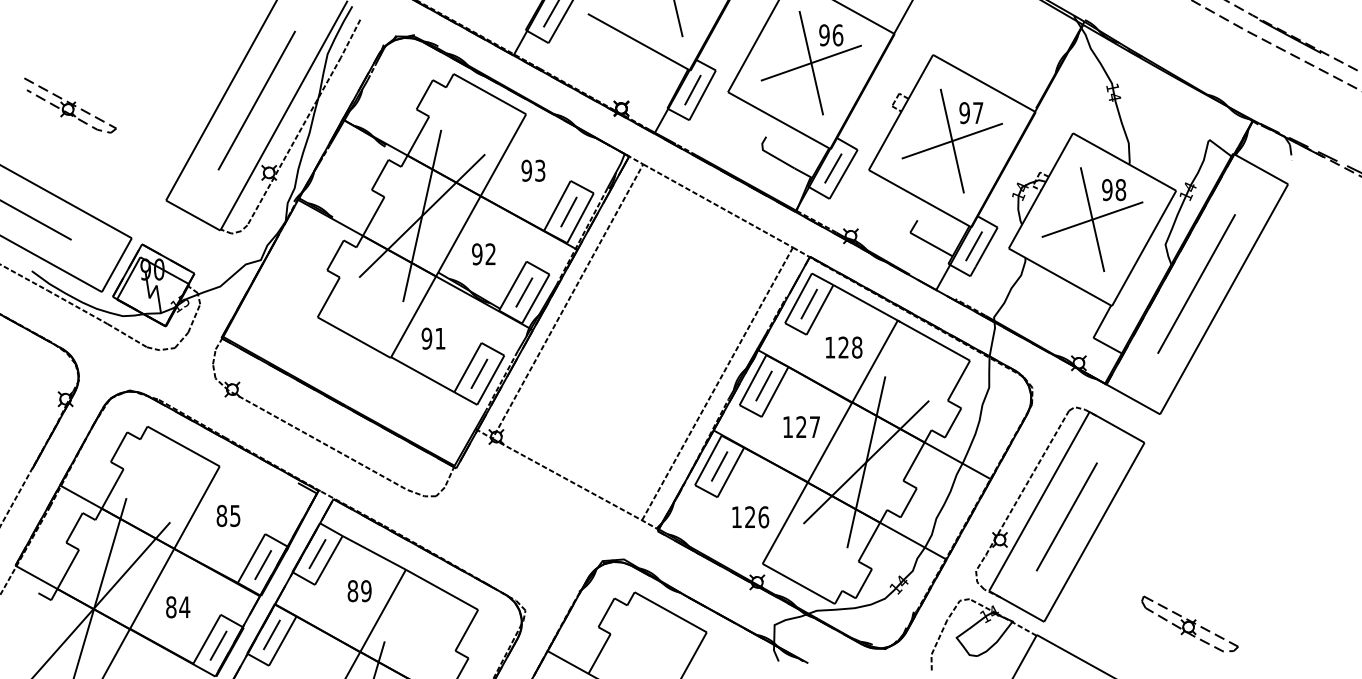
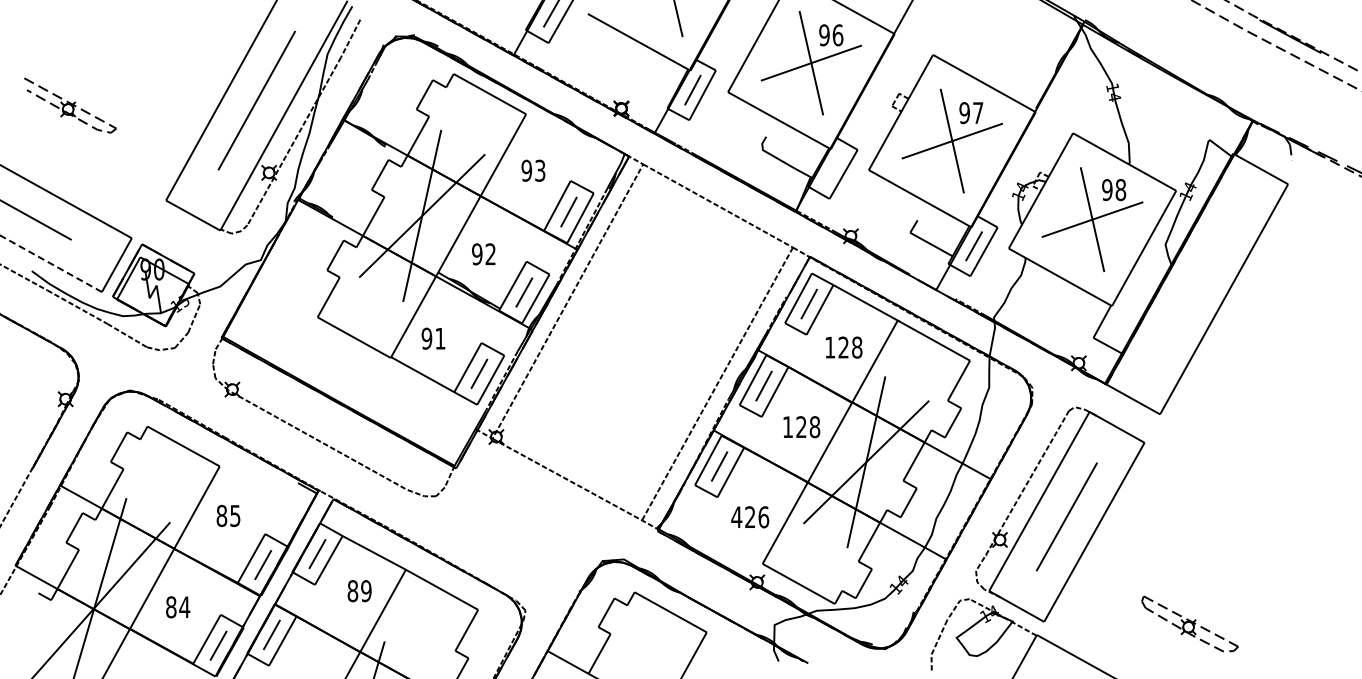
line at (833, 168): present -> none
line at (51, 263): solid -> dashed
line at (1196, 283): present -> none
text at (814, 427): 127 -> 128
text at (736, 516): 126 -> 426
